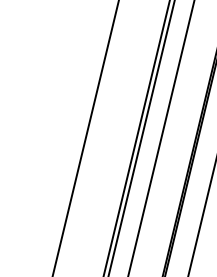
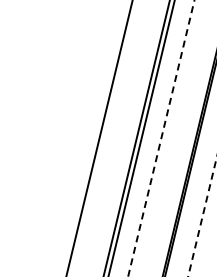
line at (85, 137) position: (85, 137) -> (99, 137)
line at (161, 138): solid -> dashed
line at (202, 216): solid -> dashed
